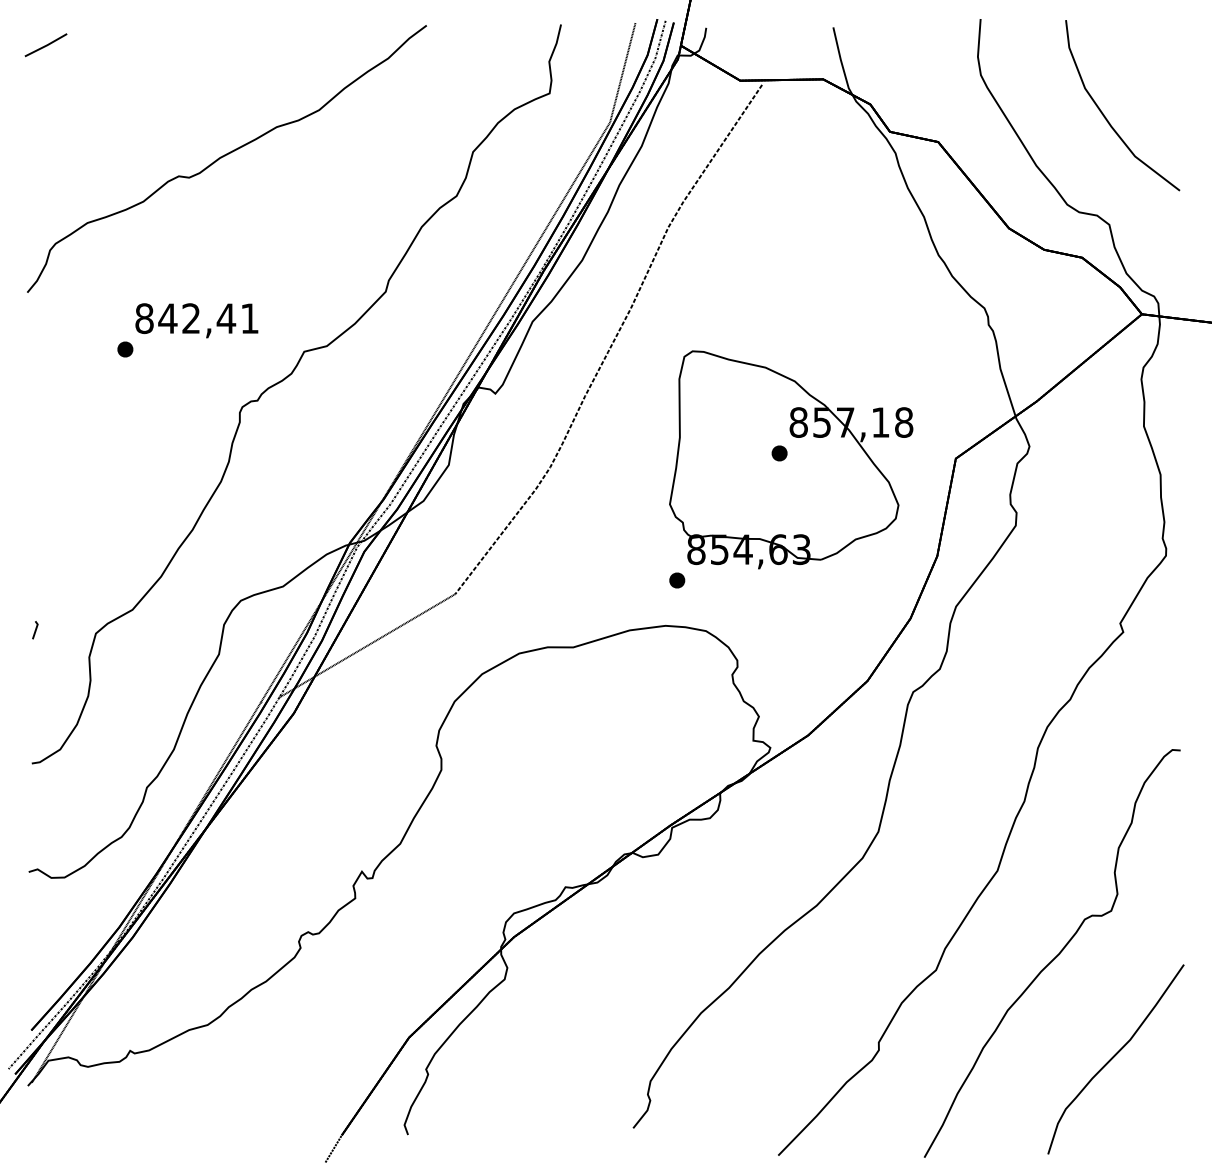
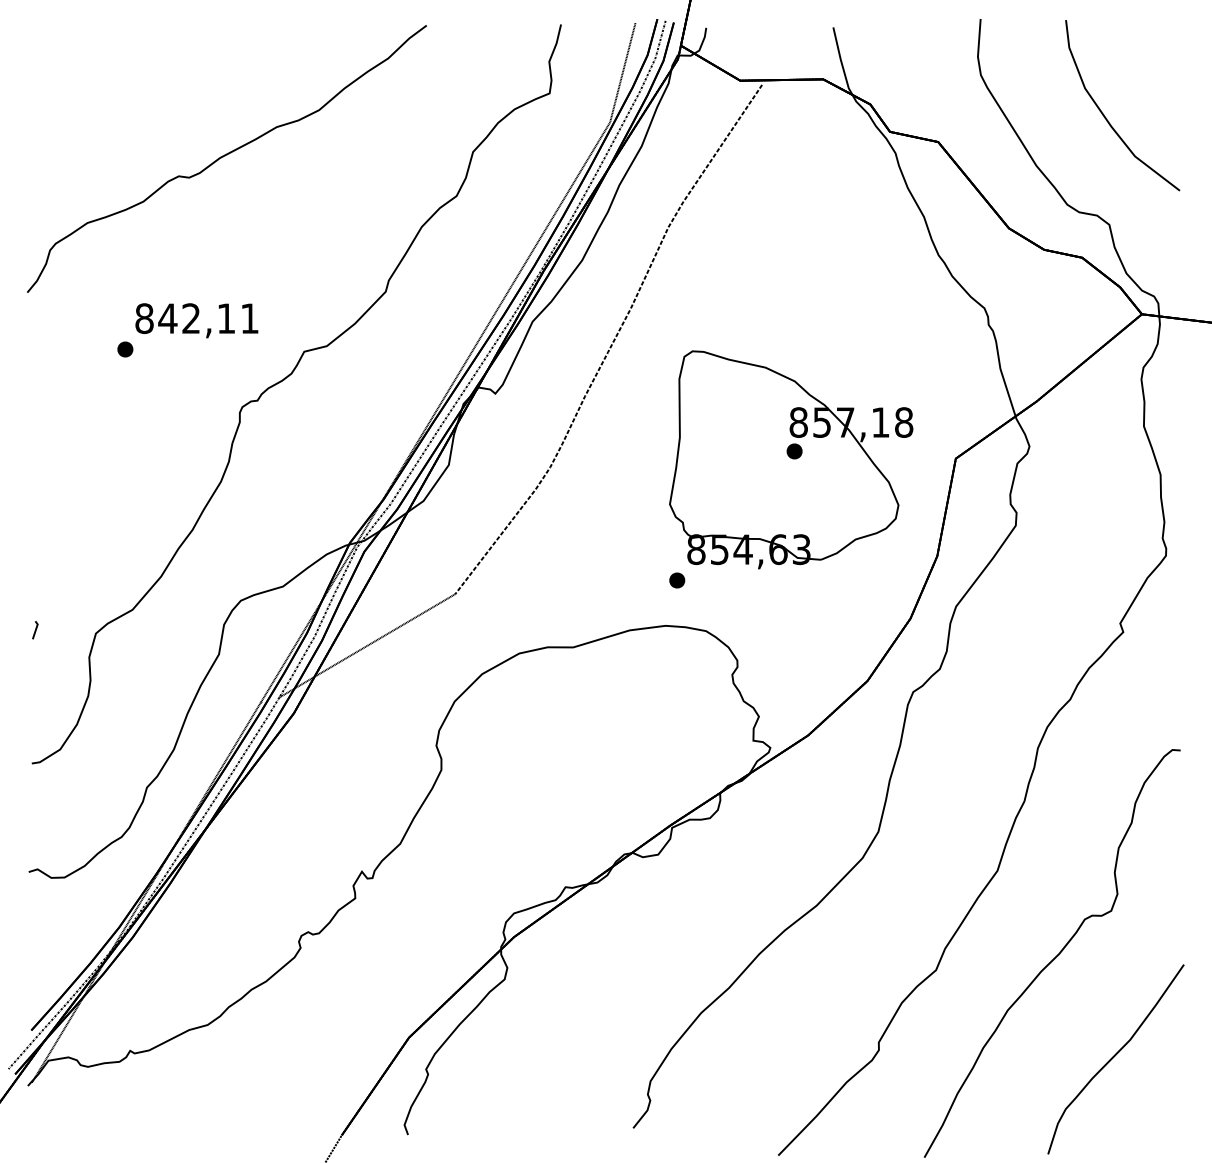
line at (45, 45): present -> none
text at (226, 318): 842,41 -> 842,11
part at (779, 453) position: (779, 453) -> (794, 451)
